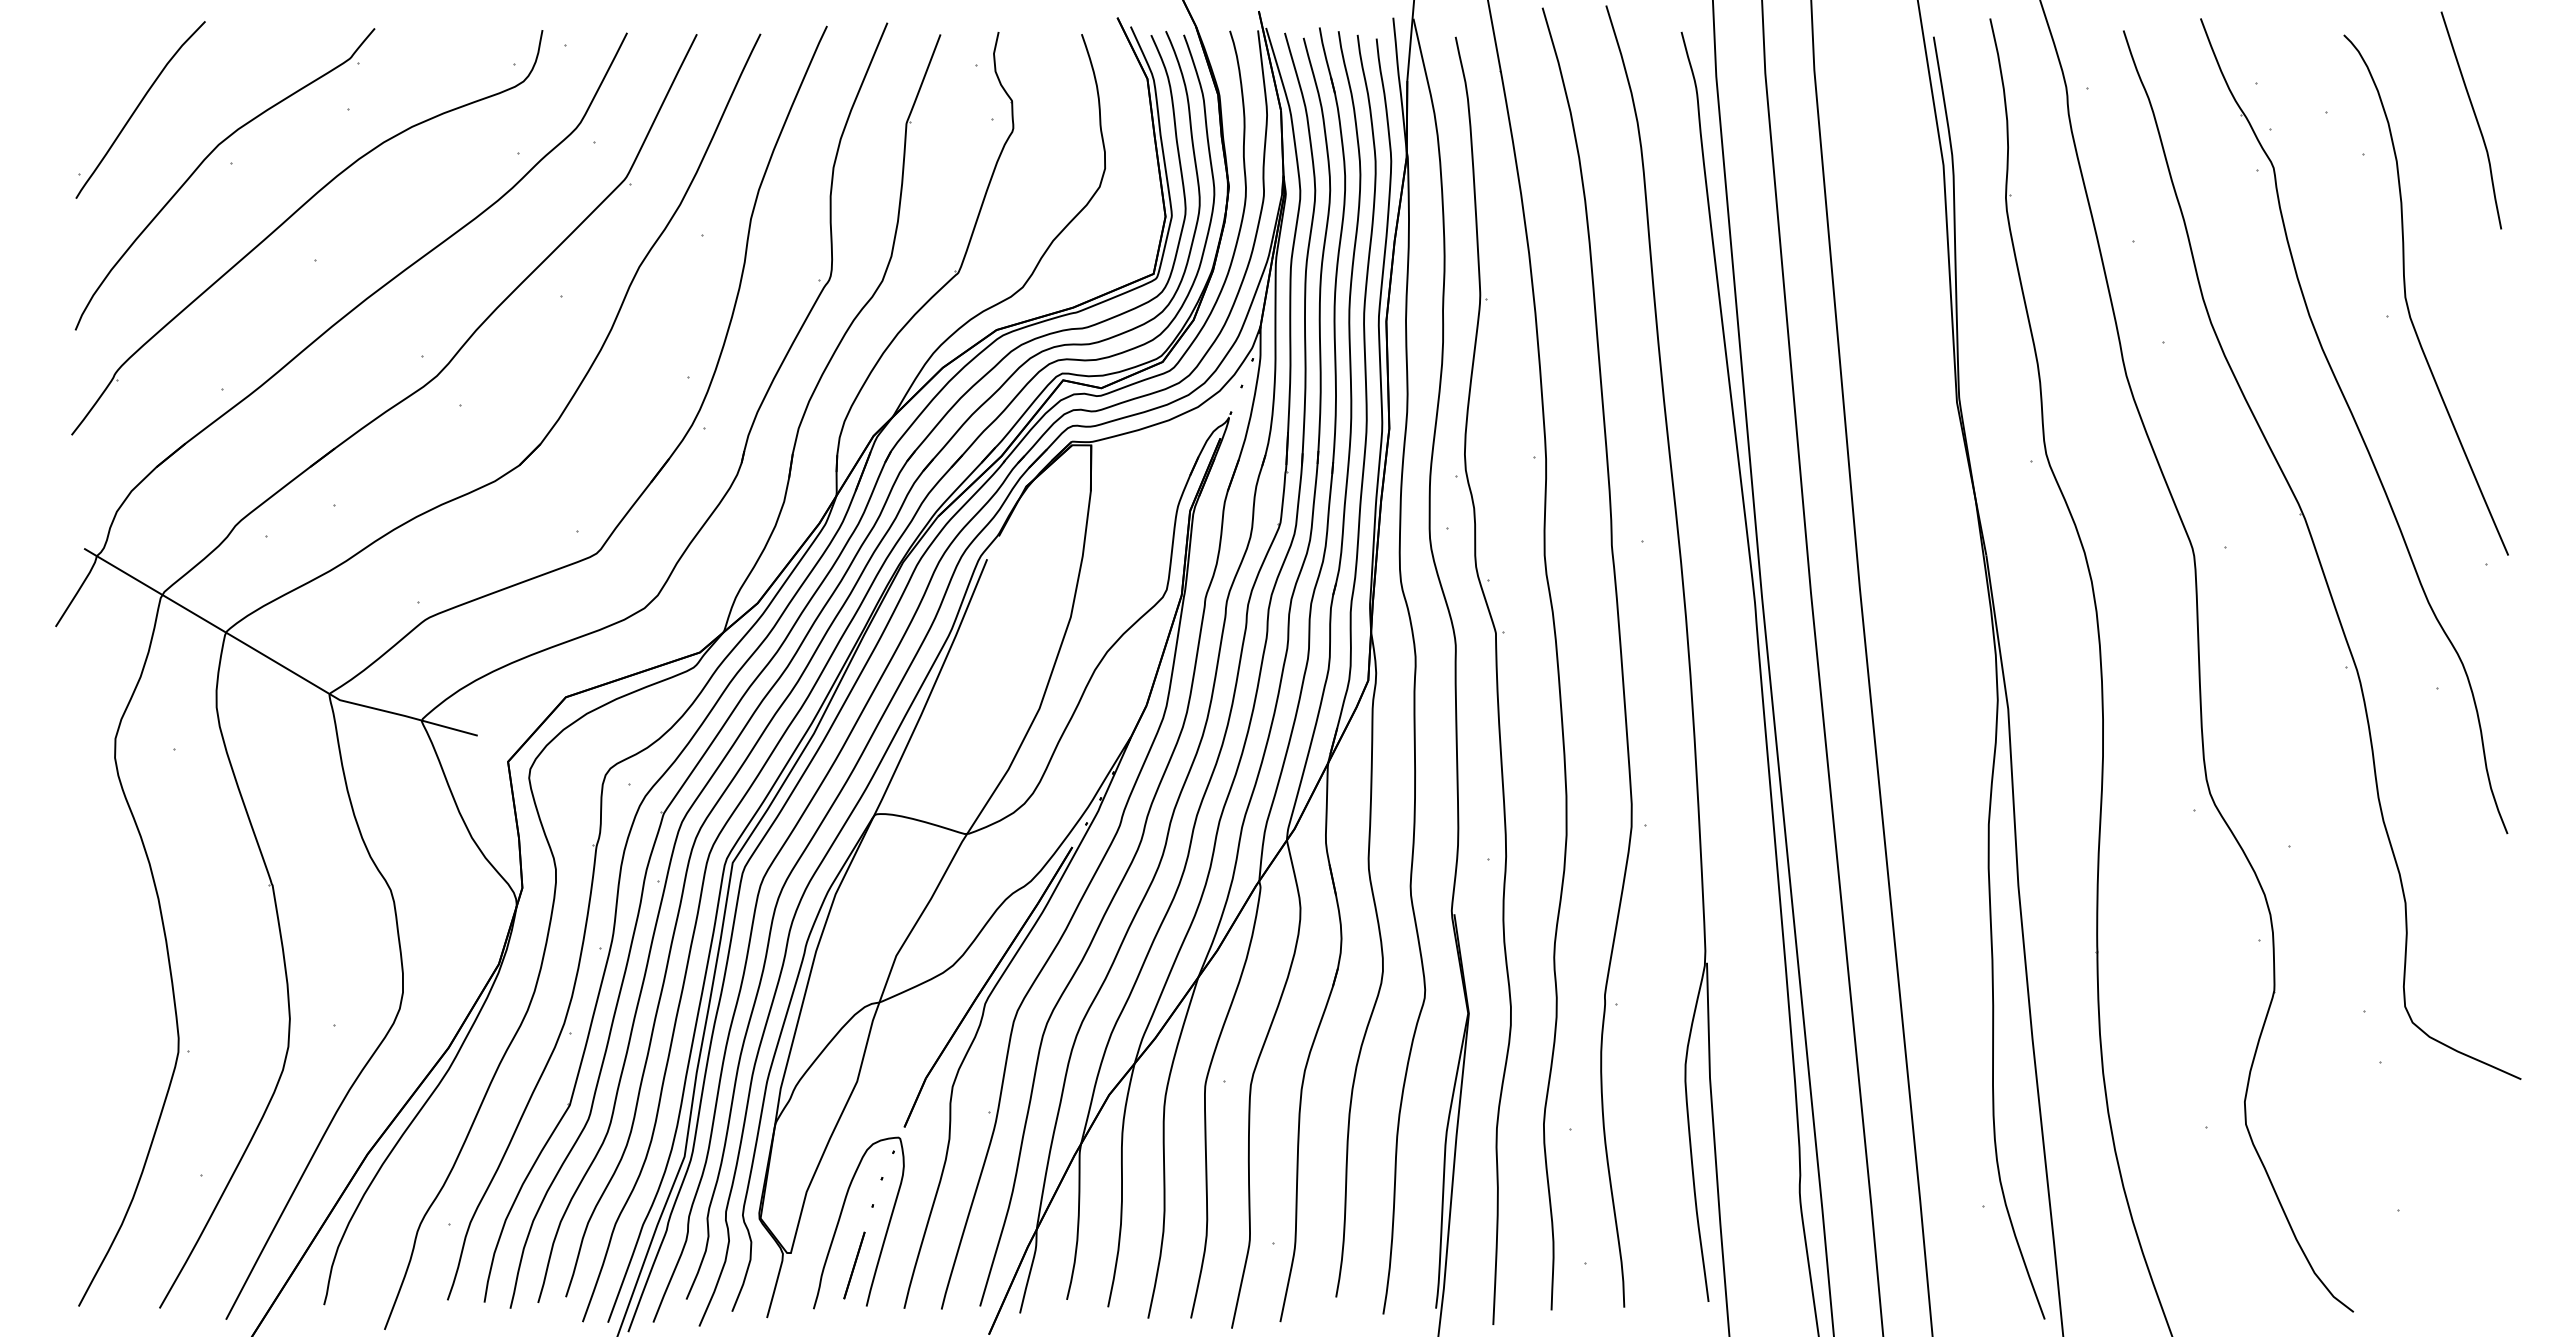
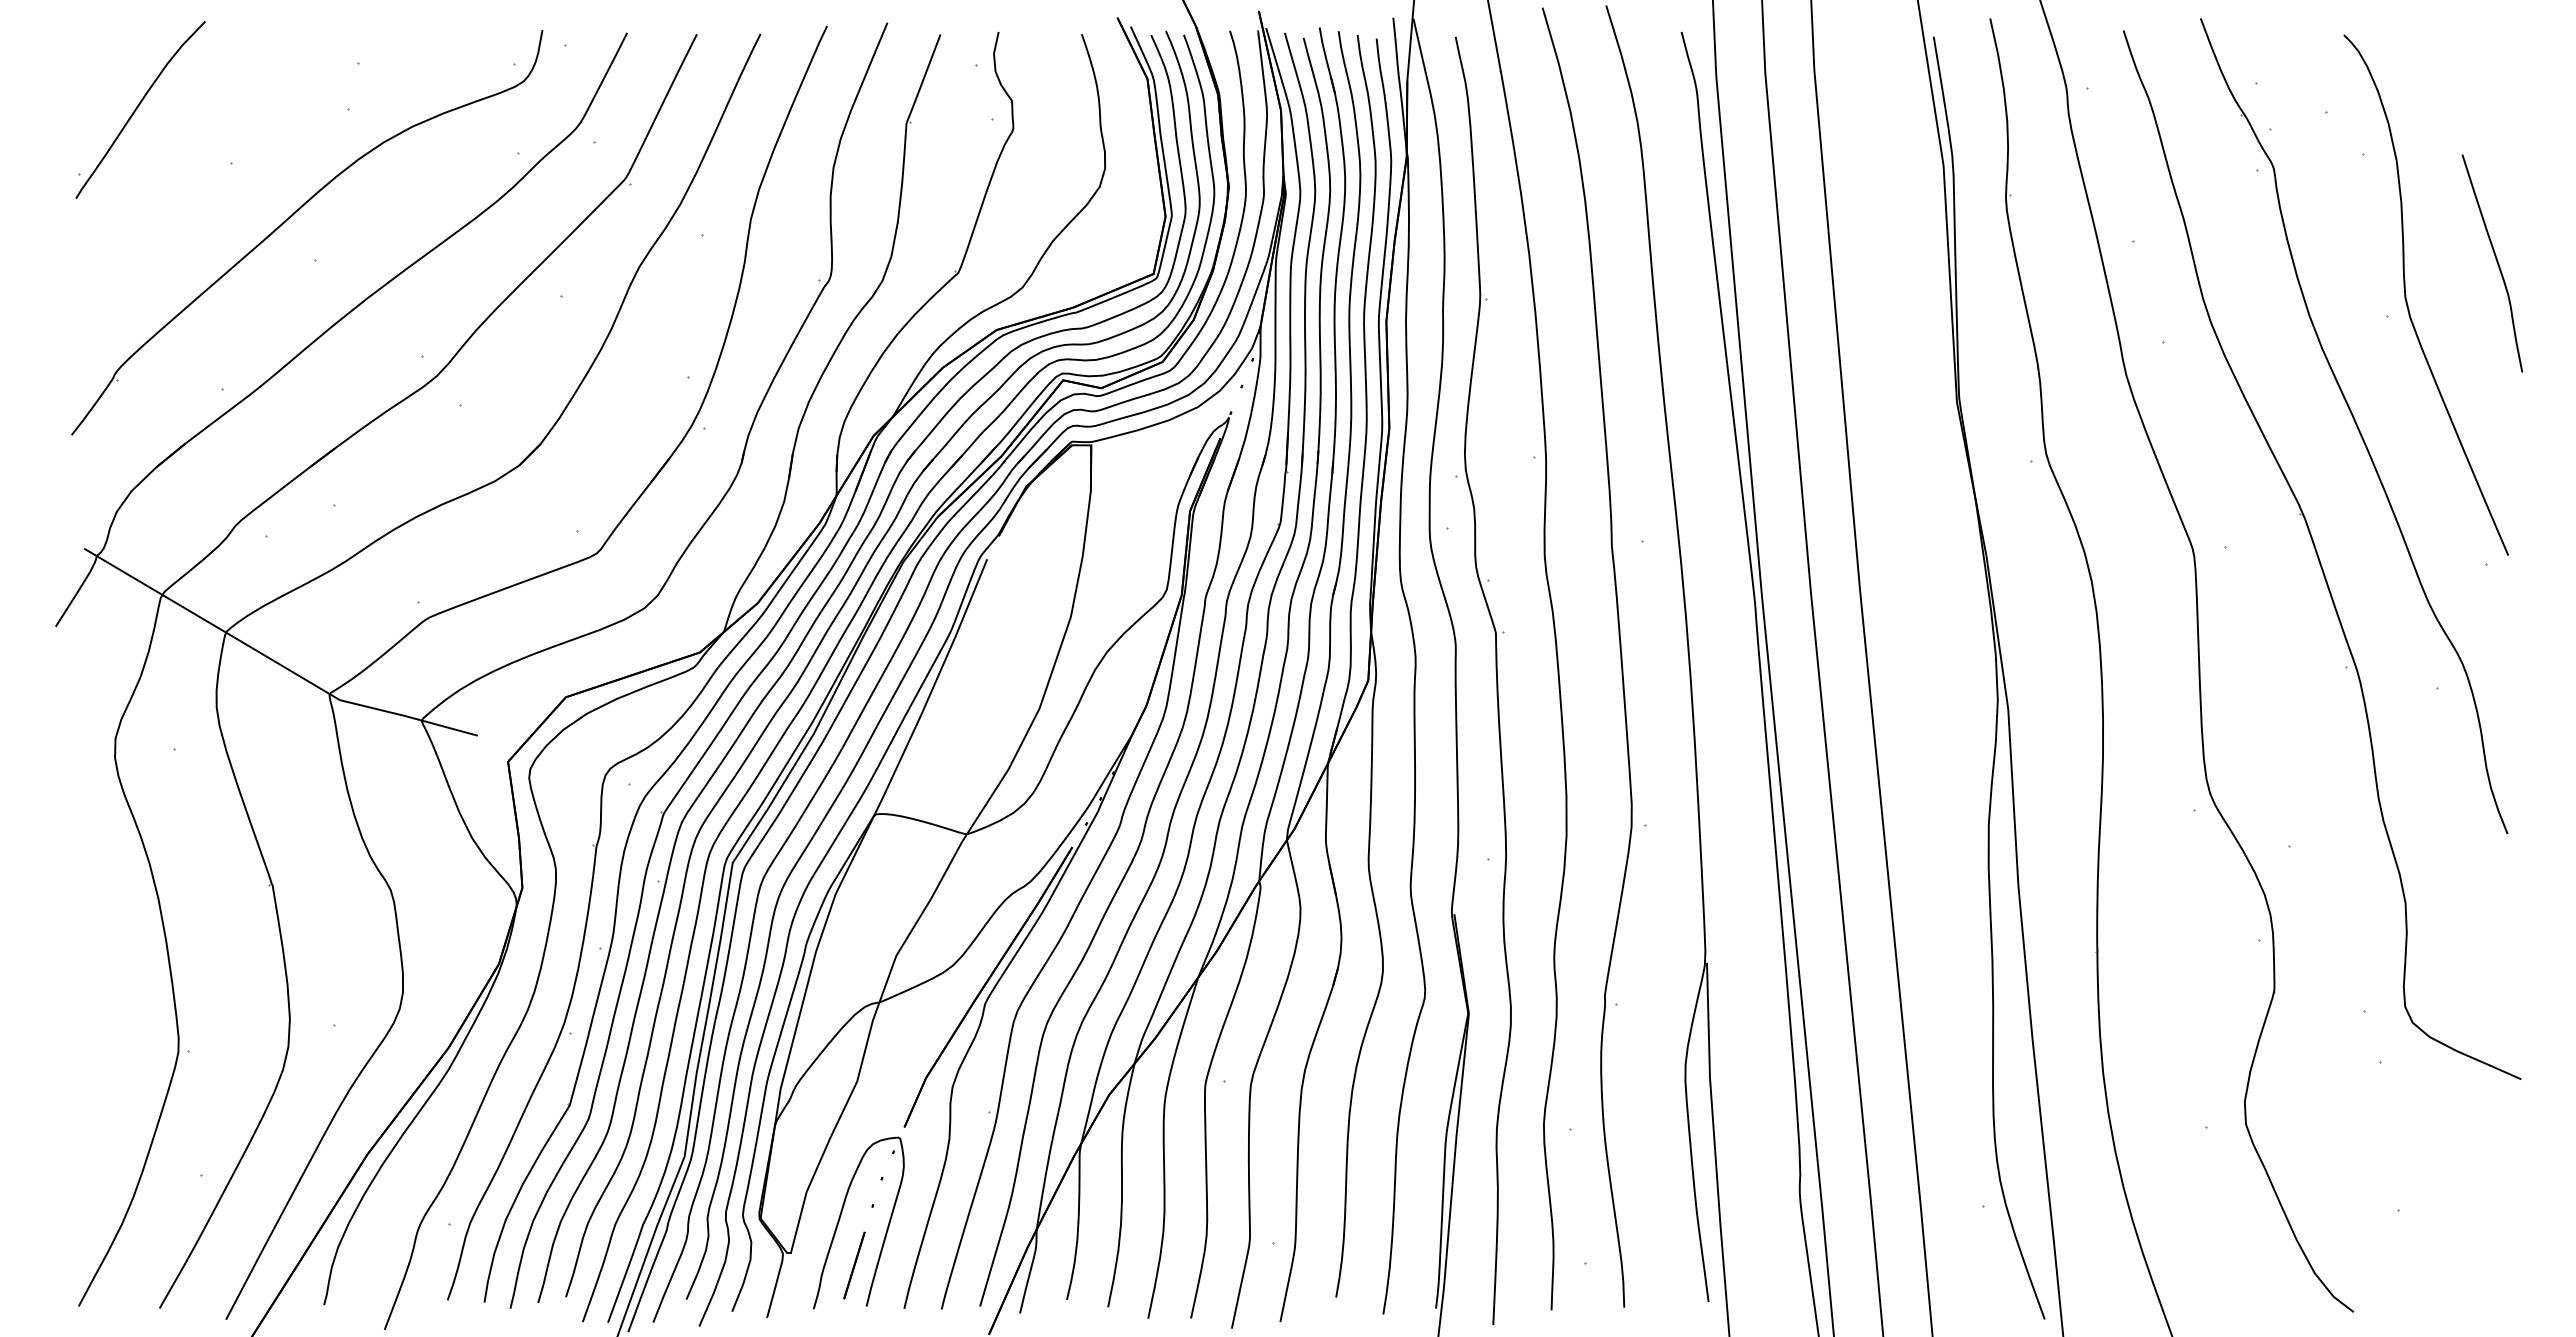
curve at (2475, 119) position: (2475, 119) -> (2496, 262)
curve at (205, 160): present -> none
